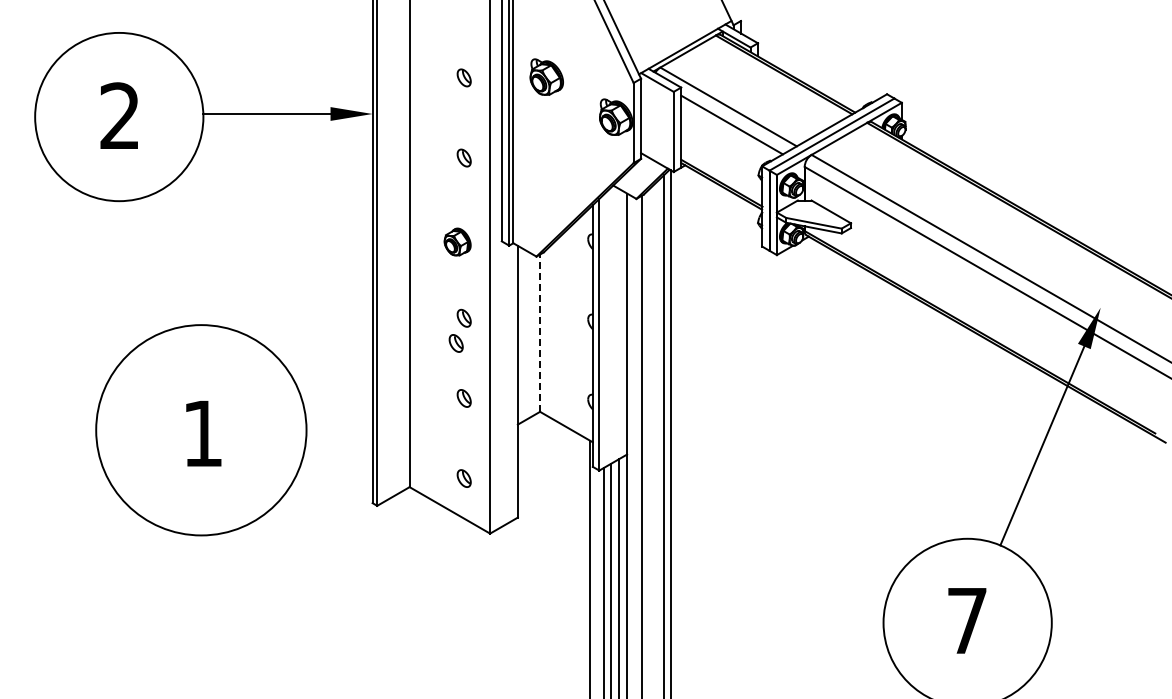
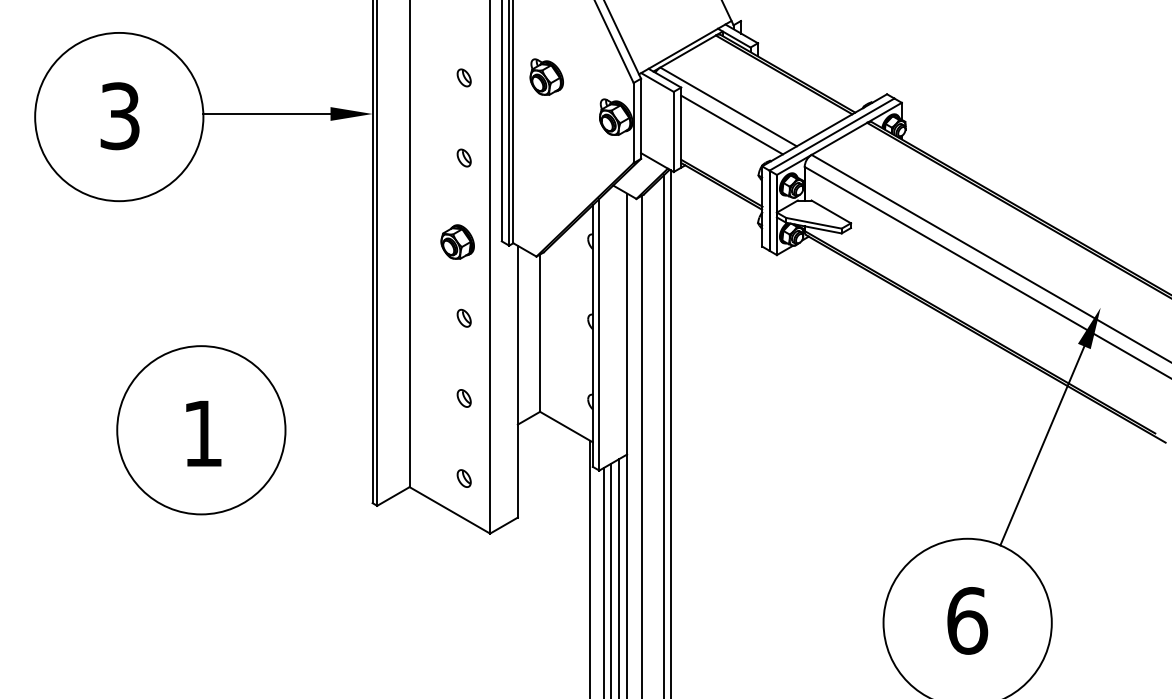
text at (119, 116): 2 -> 3
part at (457, 241) size: 29x30 px -> 35x36 px
line at (540, 333): dashed -> solid
part at (455, 343): present -> none
circle at (201, 430) diameter: 210 px -> 168 px
text at (967, 620): 7 -> 6
